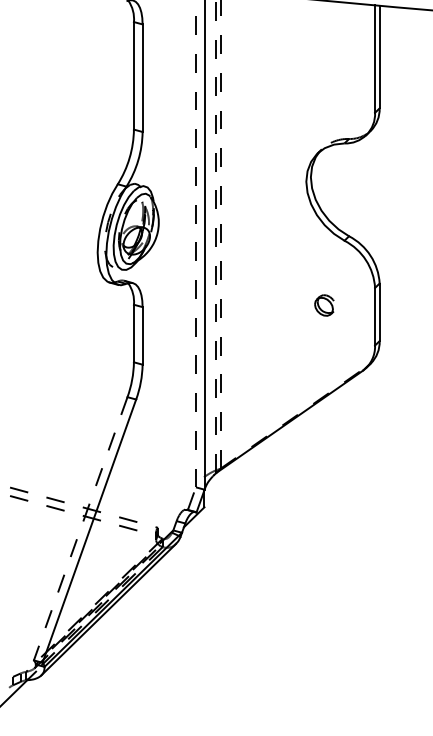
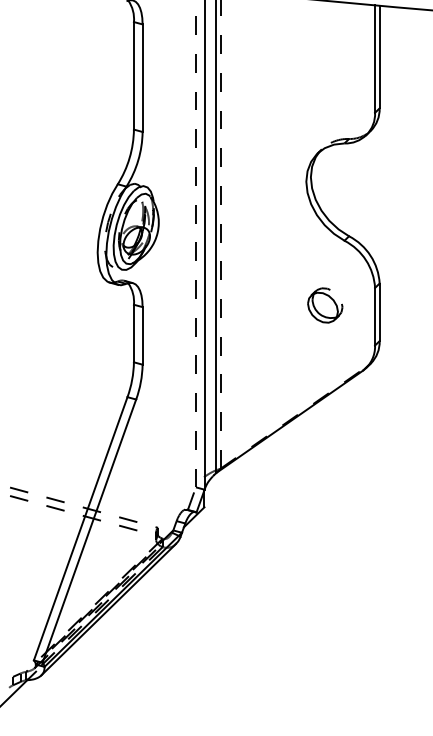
line at (216, 236): dashed -> solid
part at (324, 305) size: 21x23 px -> 37x37 px
line at (80, 528): dashed -> solid
